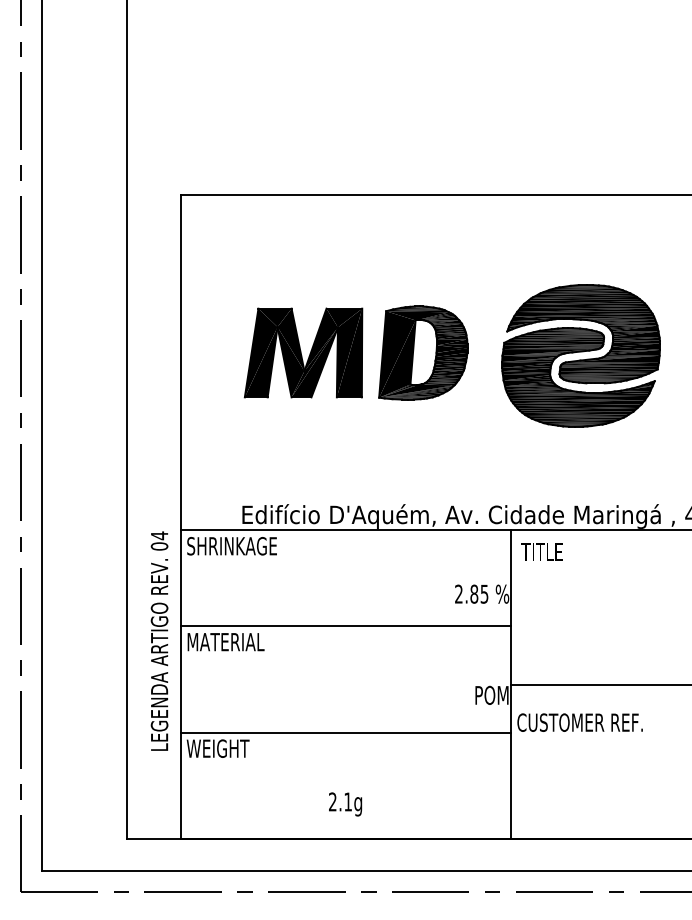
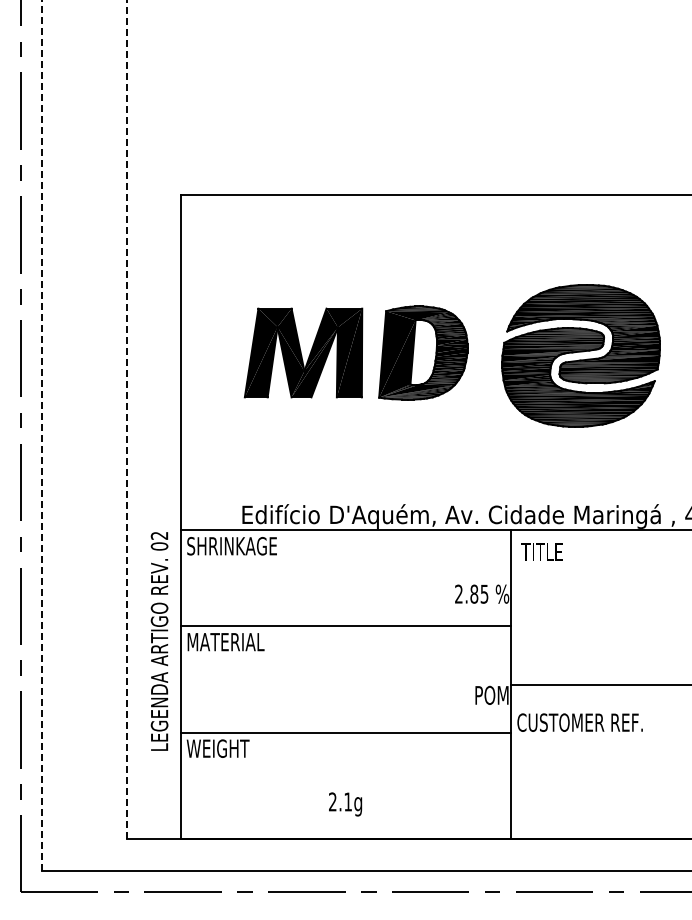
line at (127, 419): solid -> dashed
line at (42, 435): solid -> dashed
text at (159, 535): 04 -> 02
